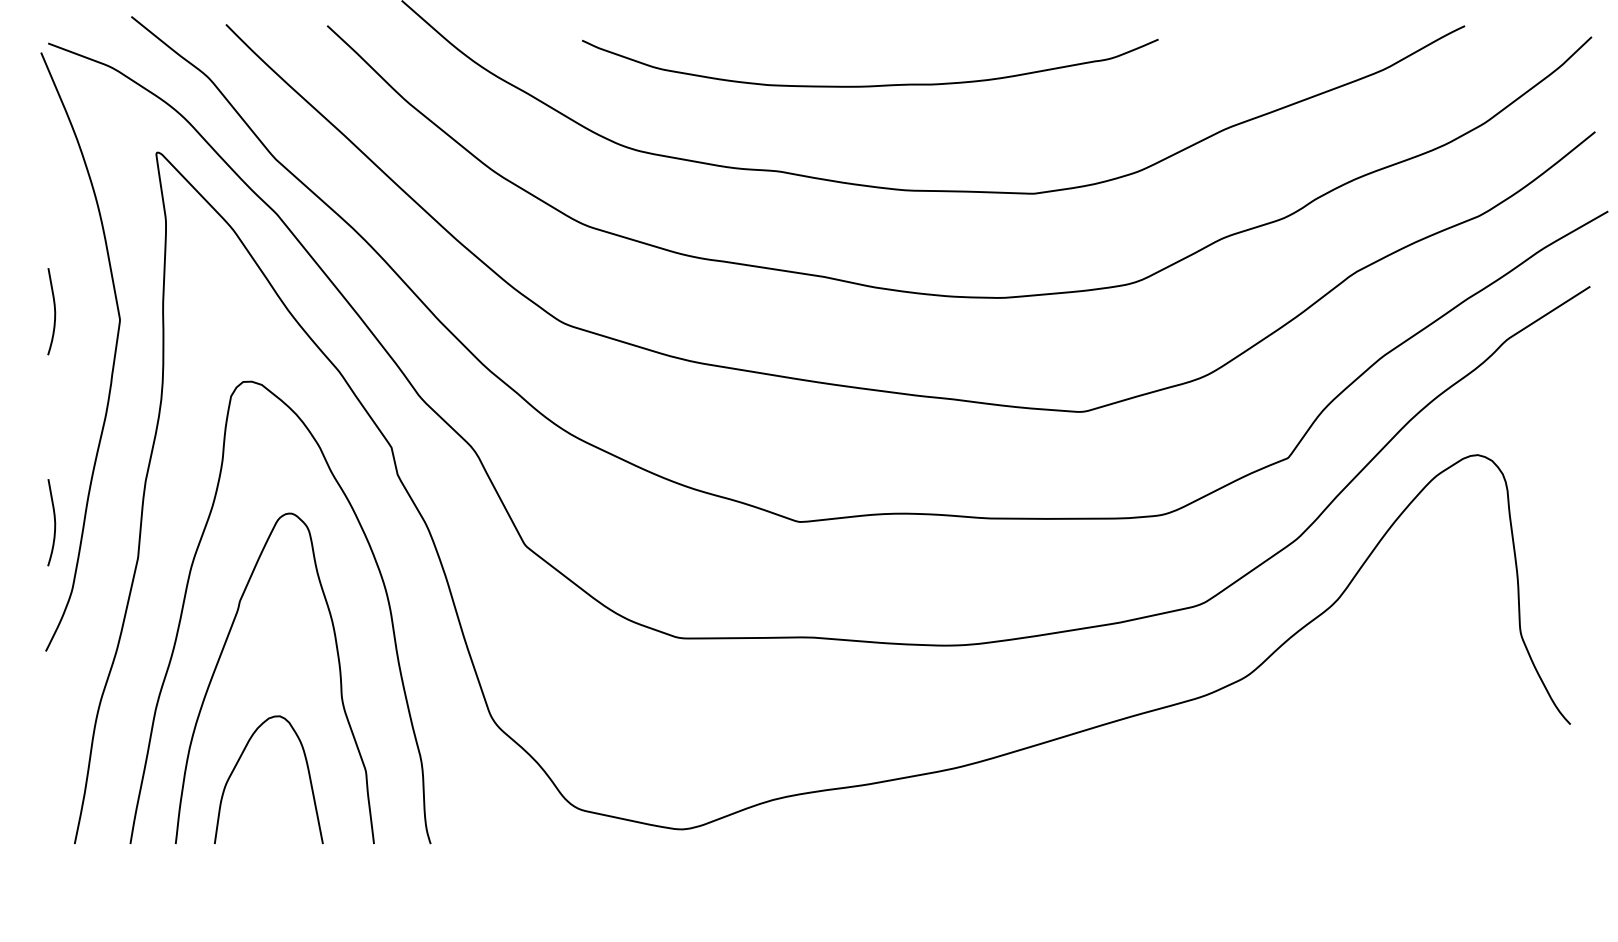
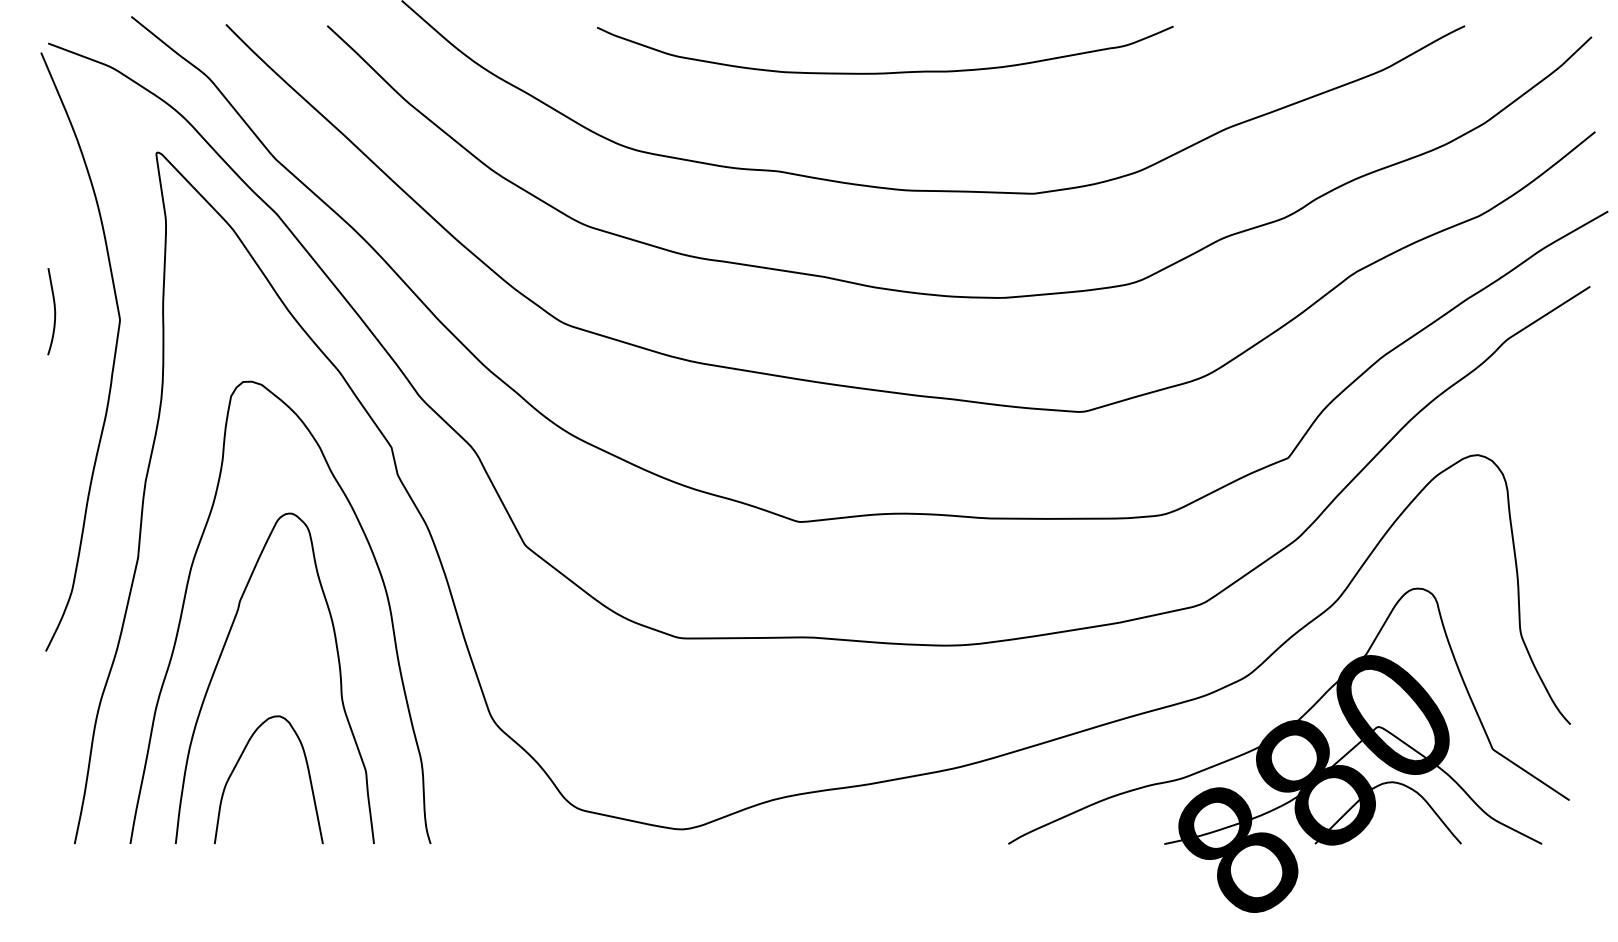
curve at (870, 85) position: (870, 85) -> (885, 72)
curve at (54, 522): present -> none
part at (1288, 749): none -> present
